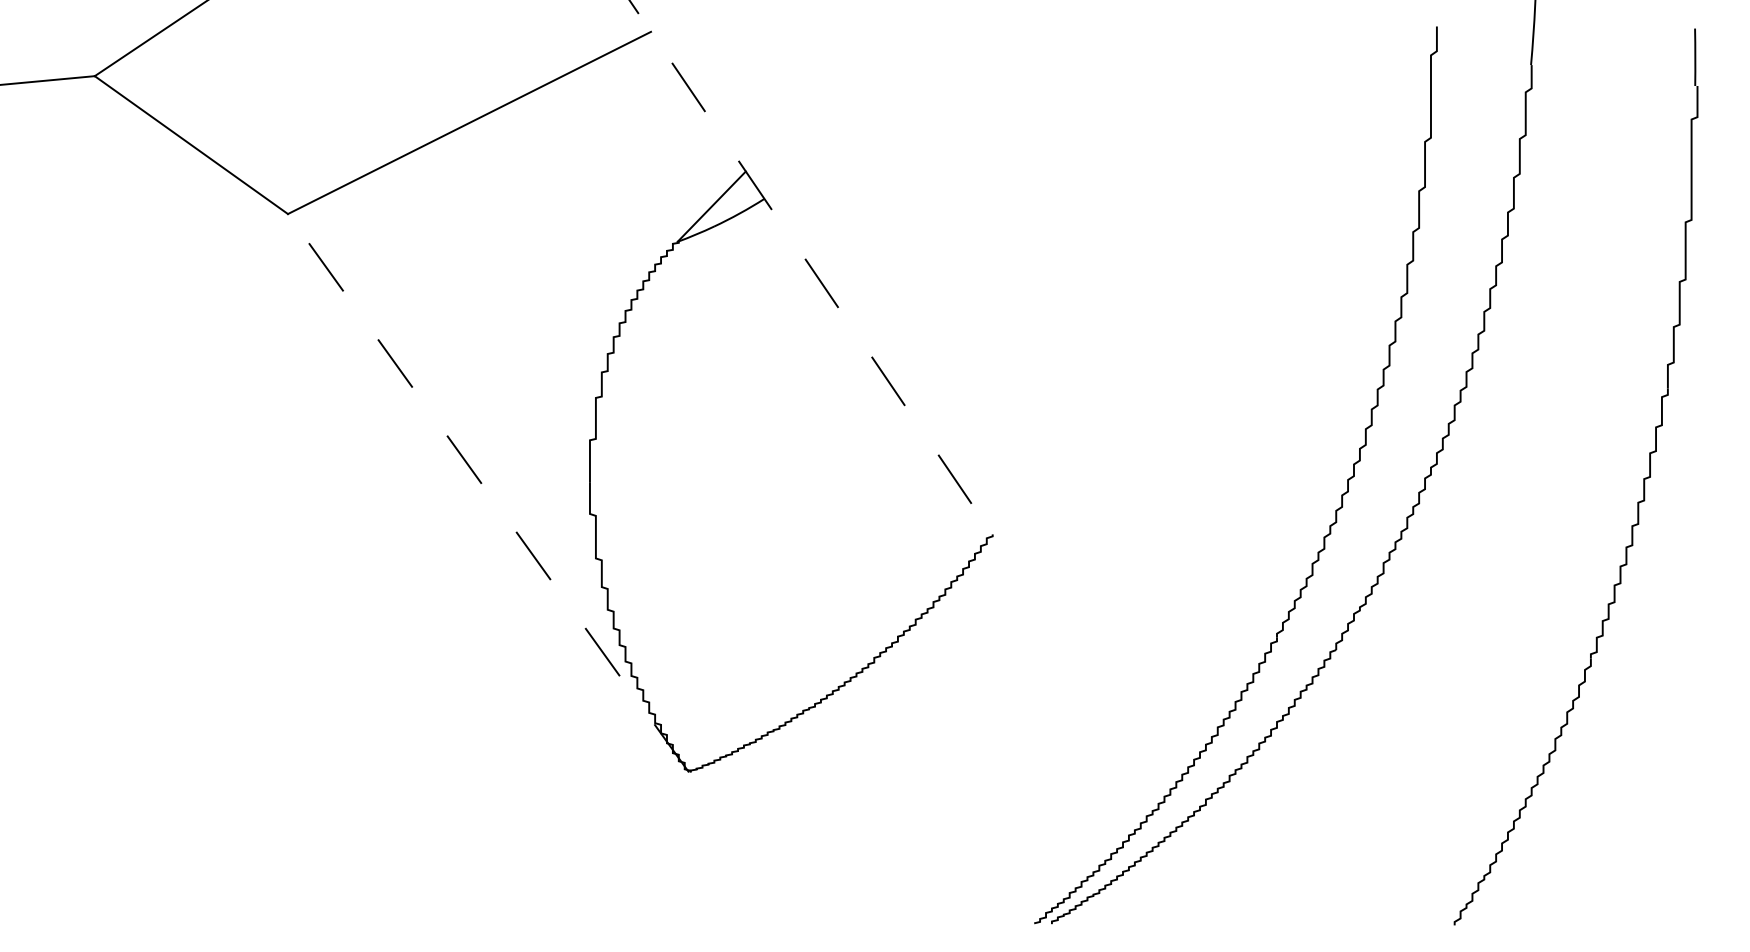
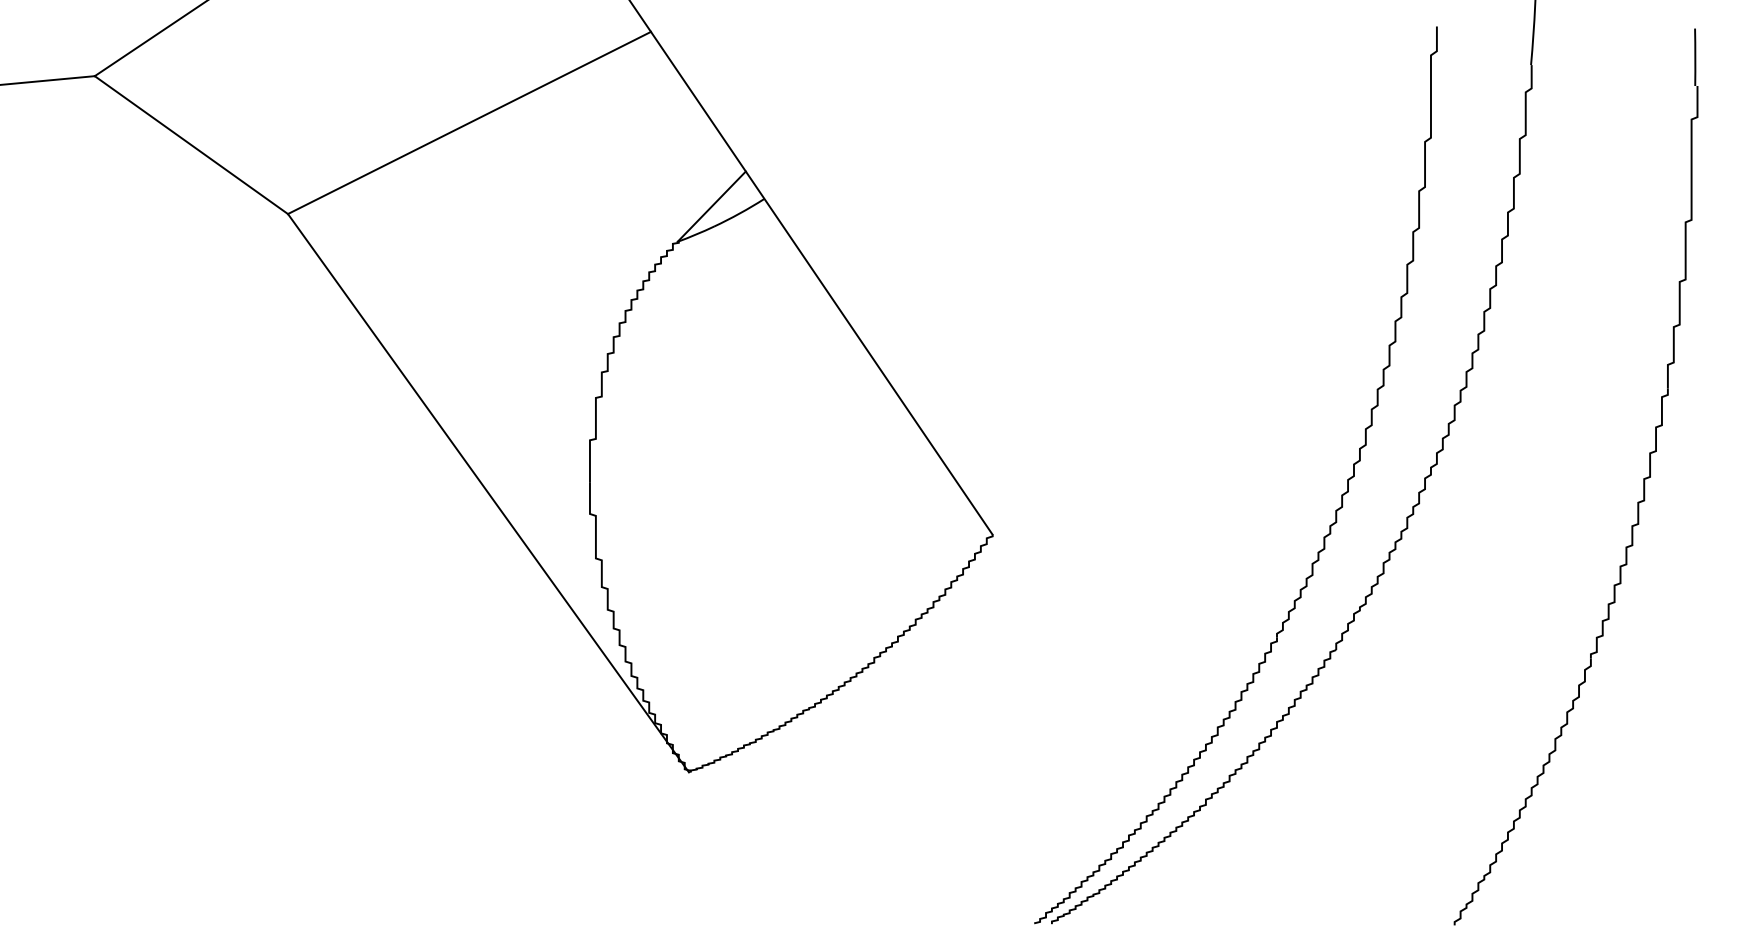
line at (811, 267): dashed -> solid
line at (488, 493): dashed -> solid
